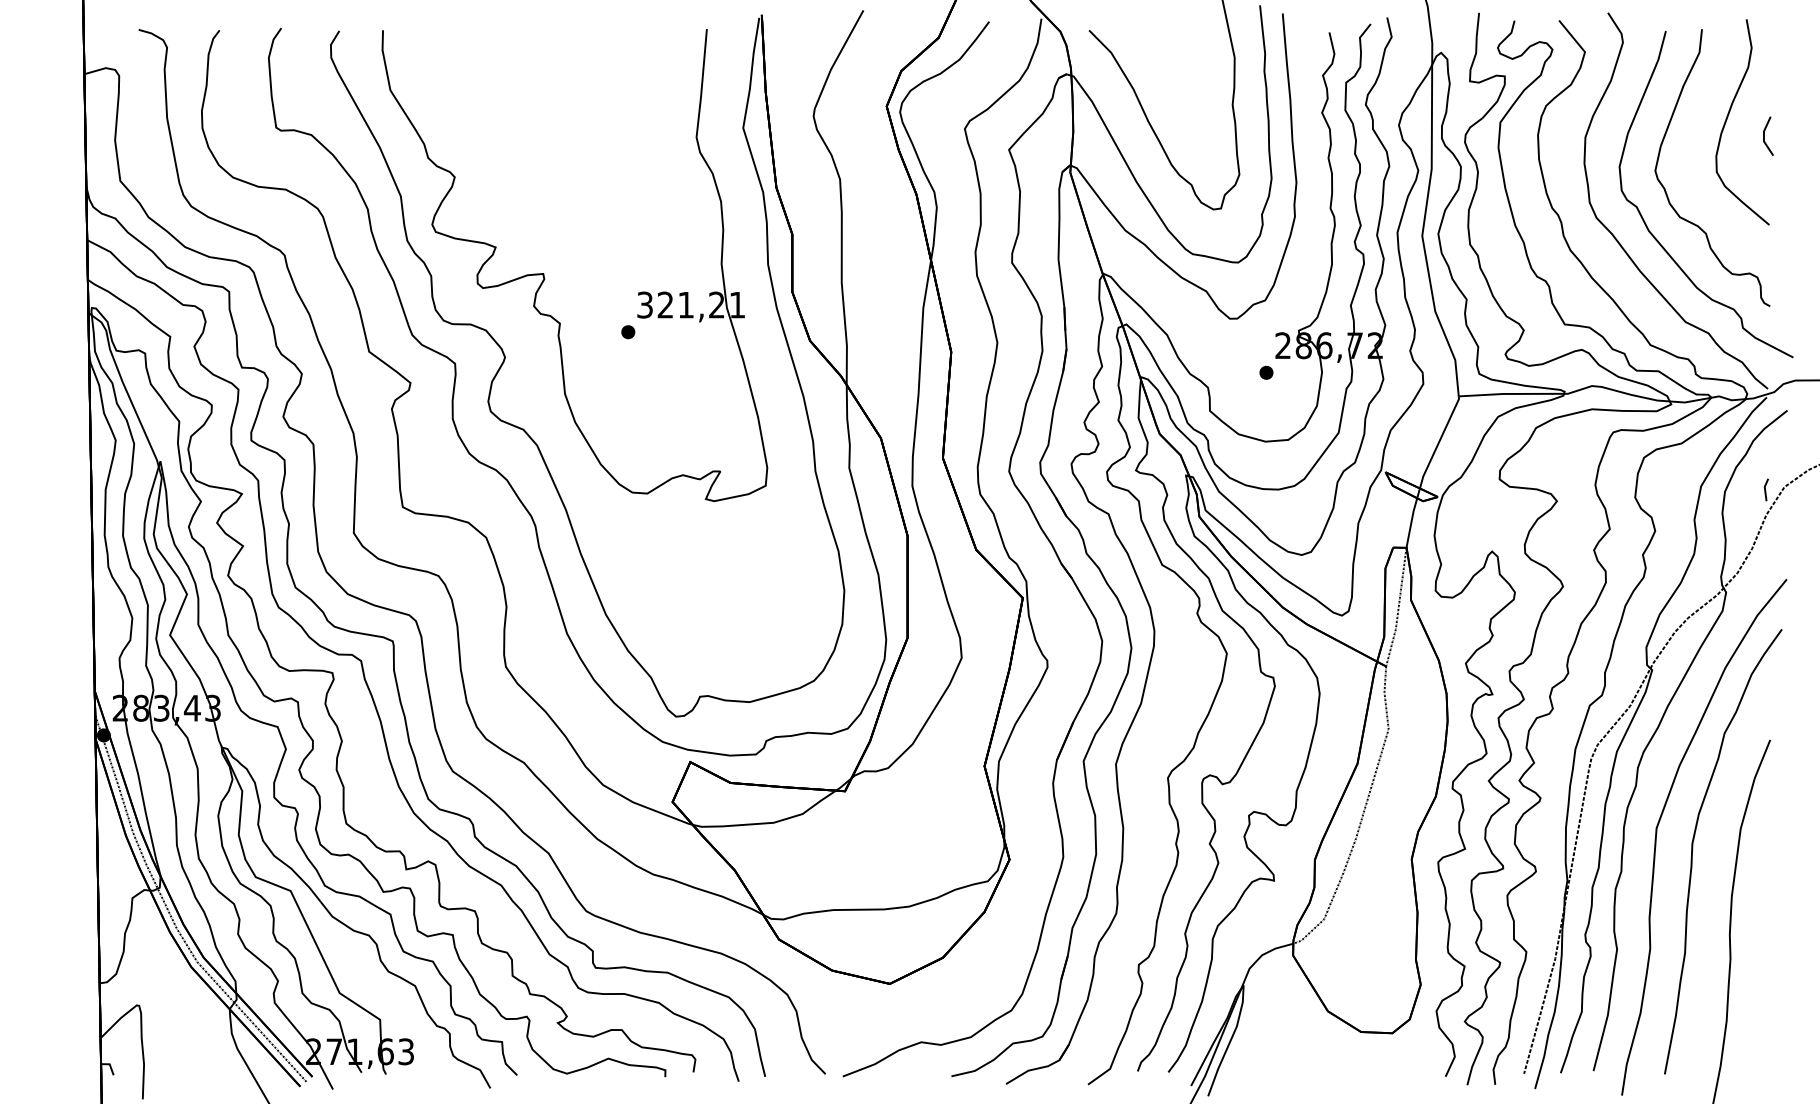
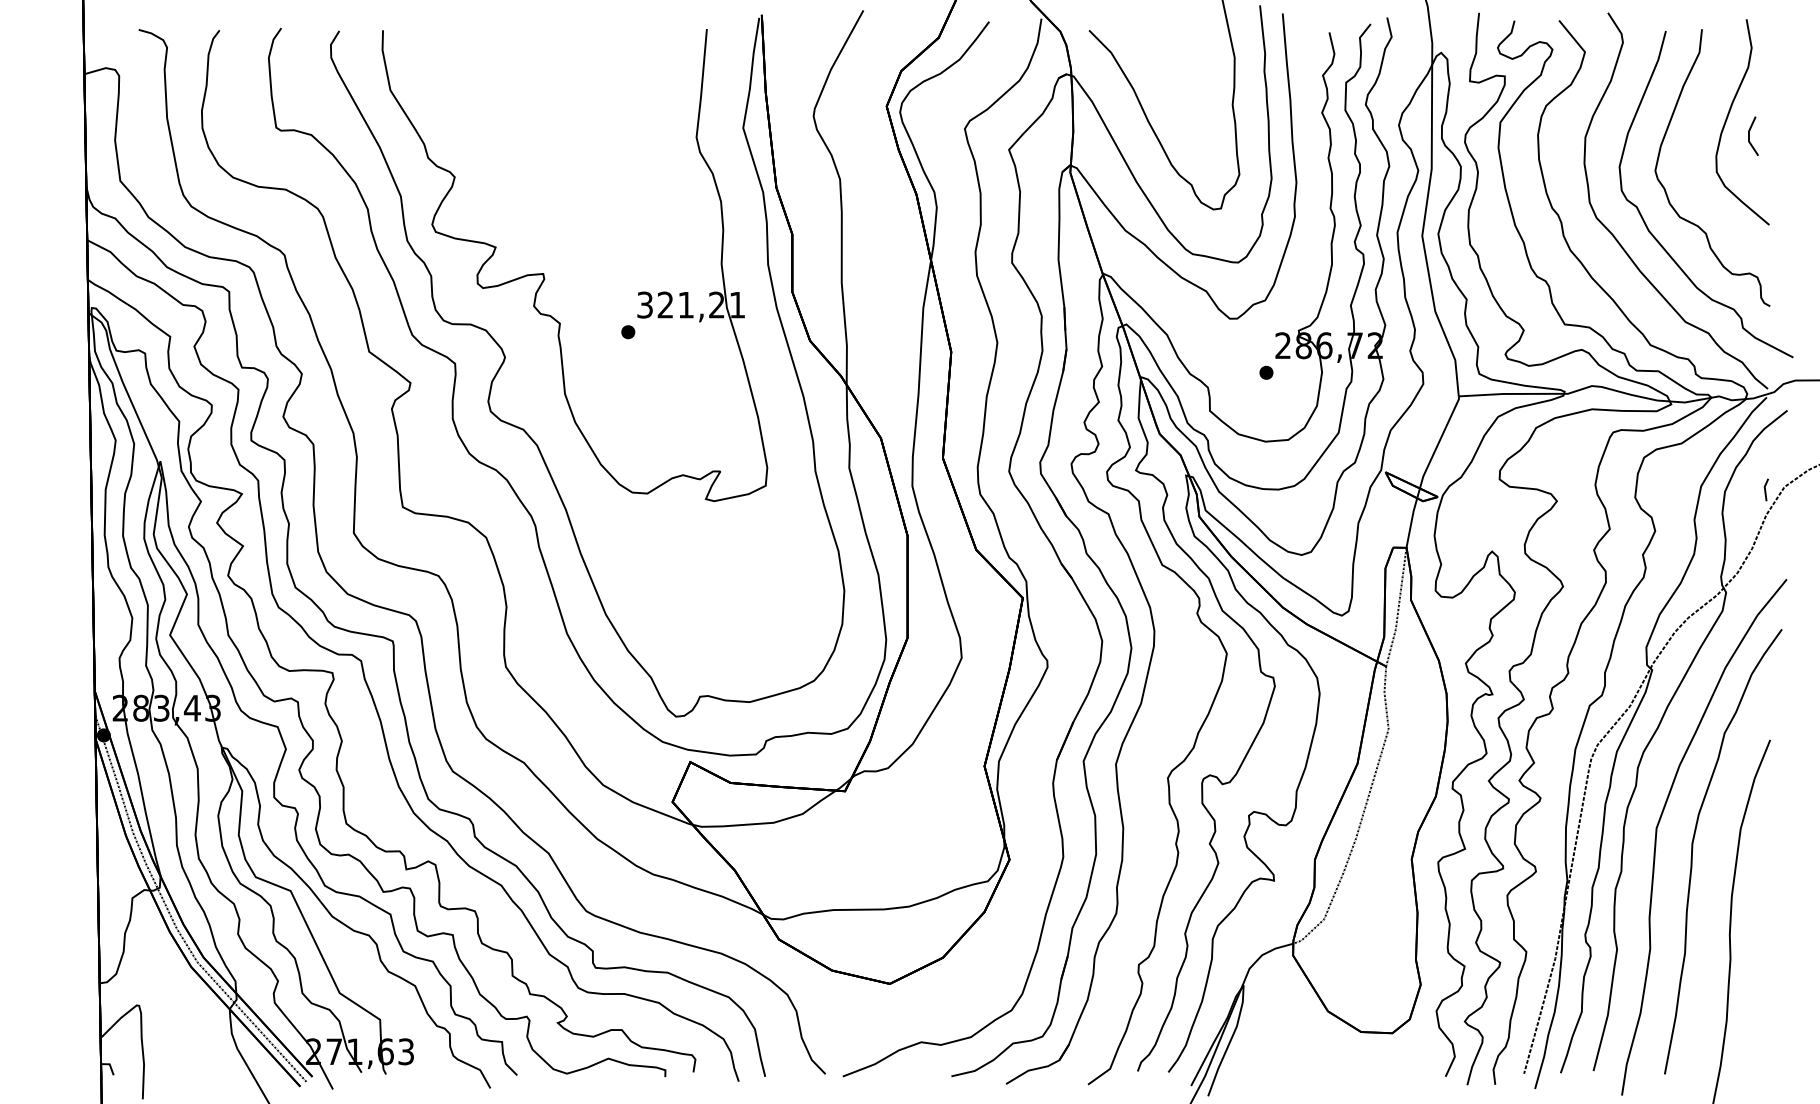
part at (1768, 135) position: (1768, 135) -> (1753, 135)
